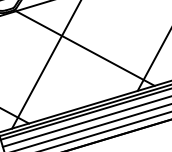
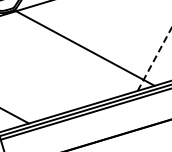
line at (154, 59): solid -> dashed
line at (46, 65): present -> none
line at (85, 121): present -> none
line at (95, 126): present -> none
line at (108, 130): present -> none
